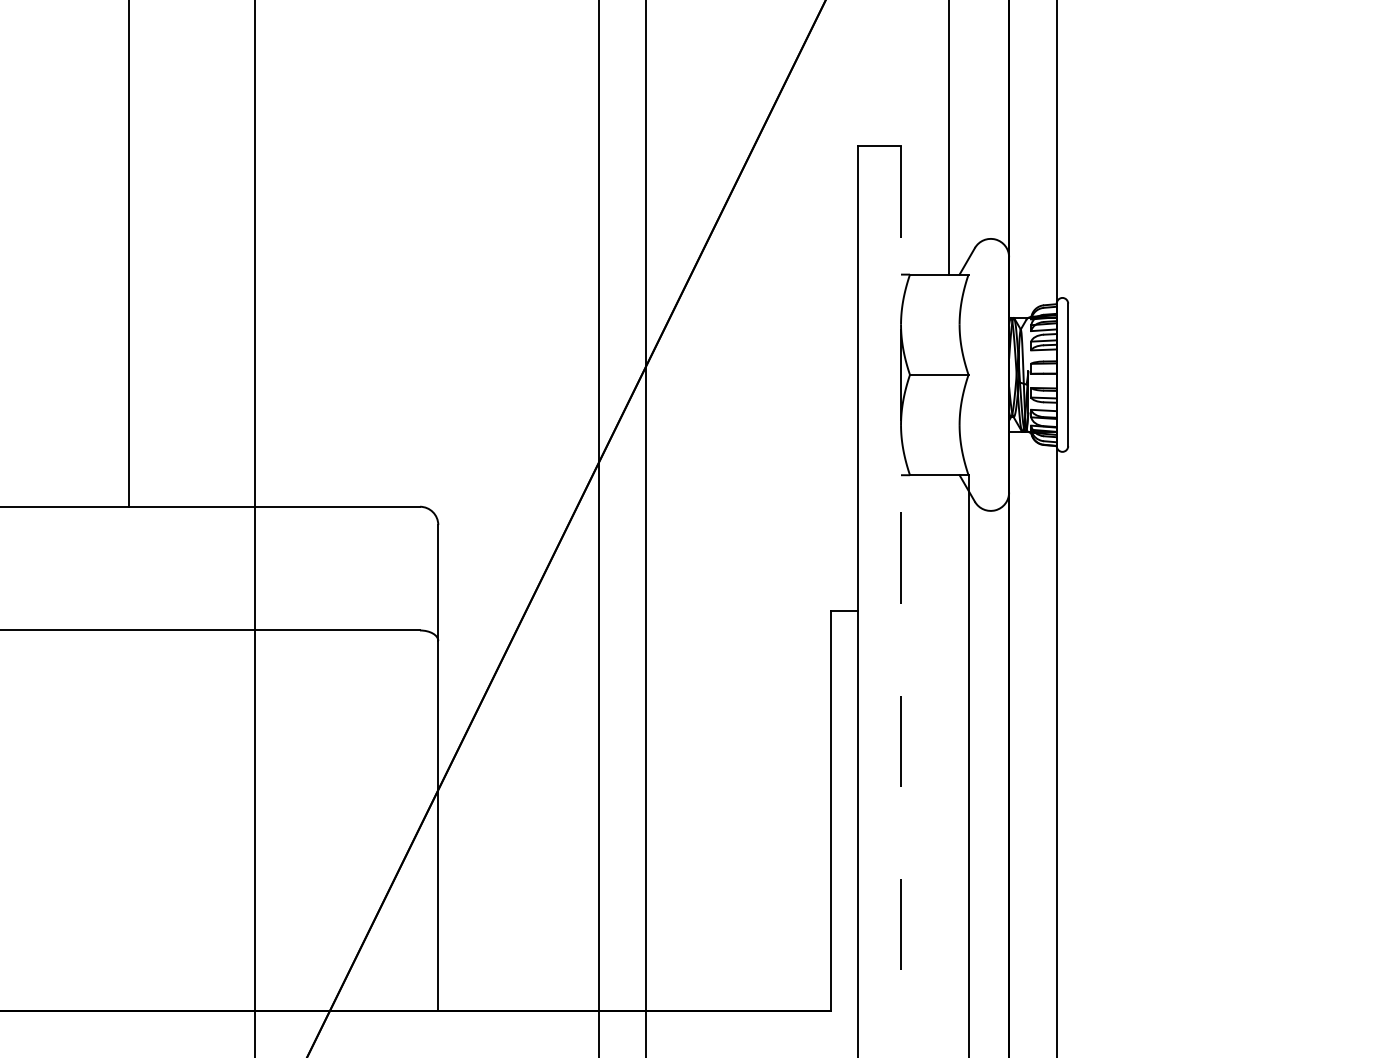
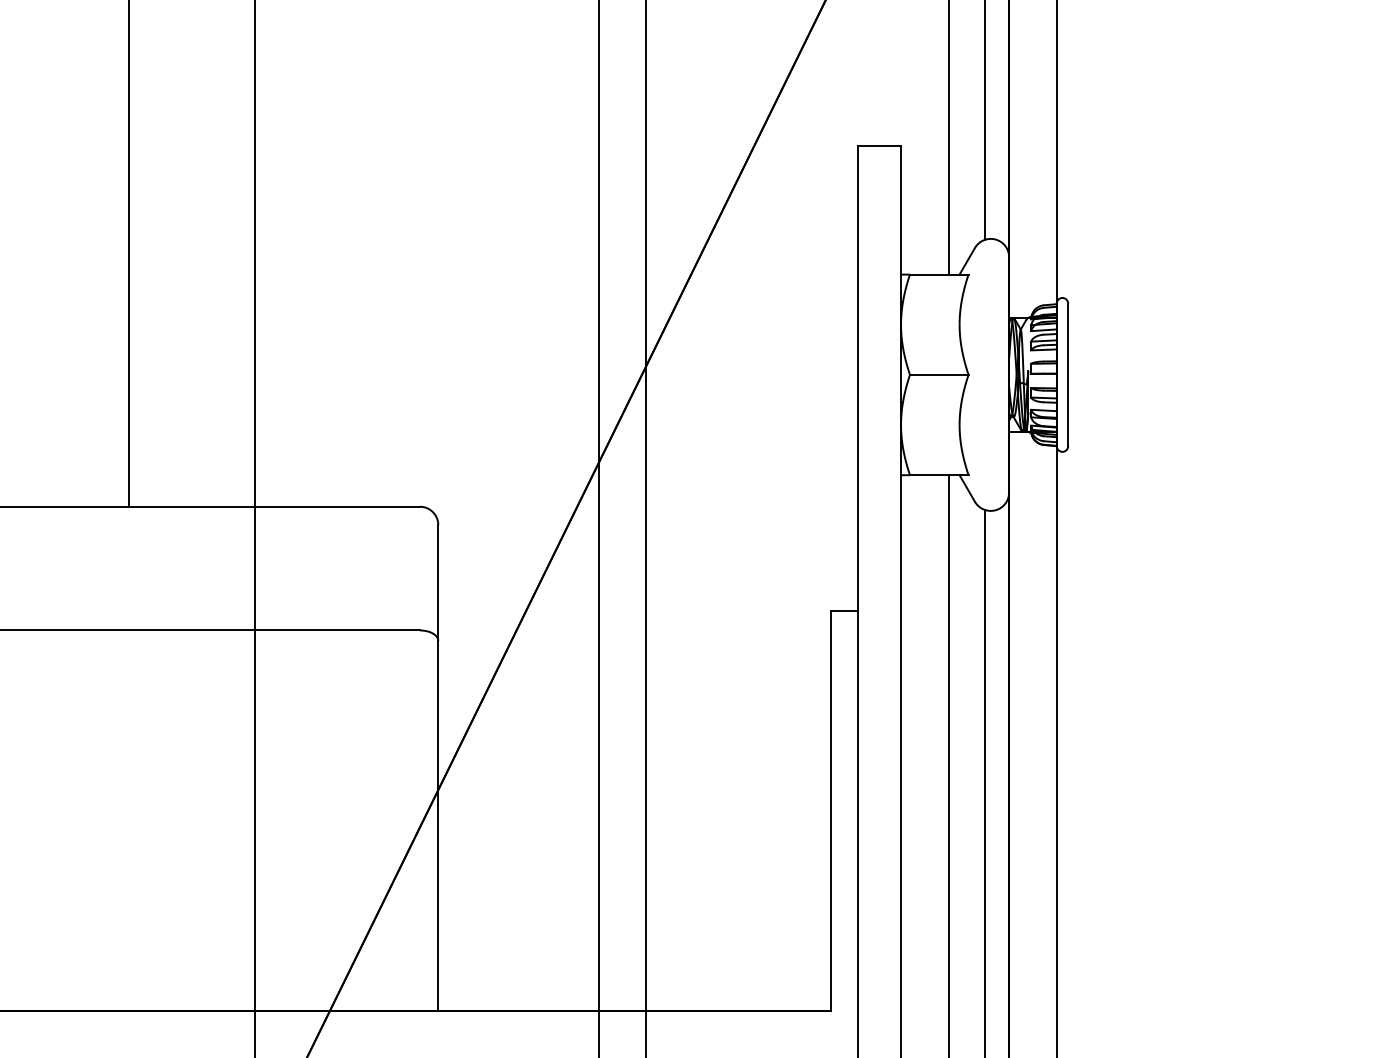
line at (985, 120): none -> present
line at (901, 601): dashed -> solid
line at (969, 764) position: (969, 764) -> (949, 764)
line at (985, 782): none -> present
